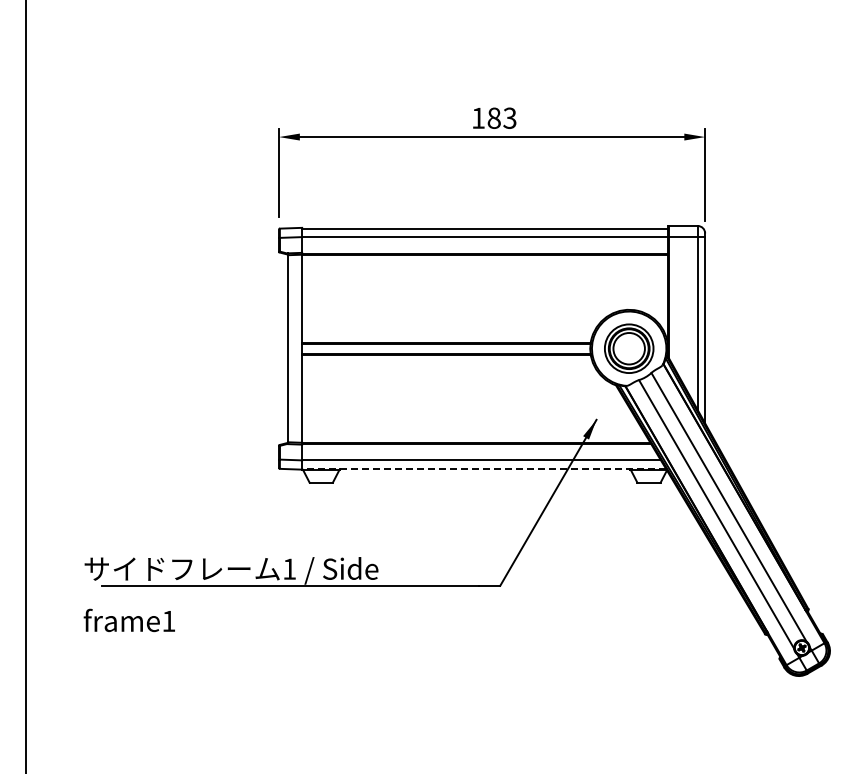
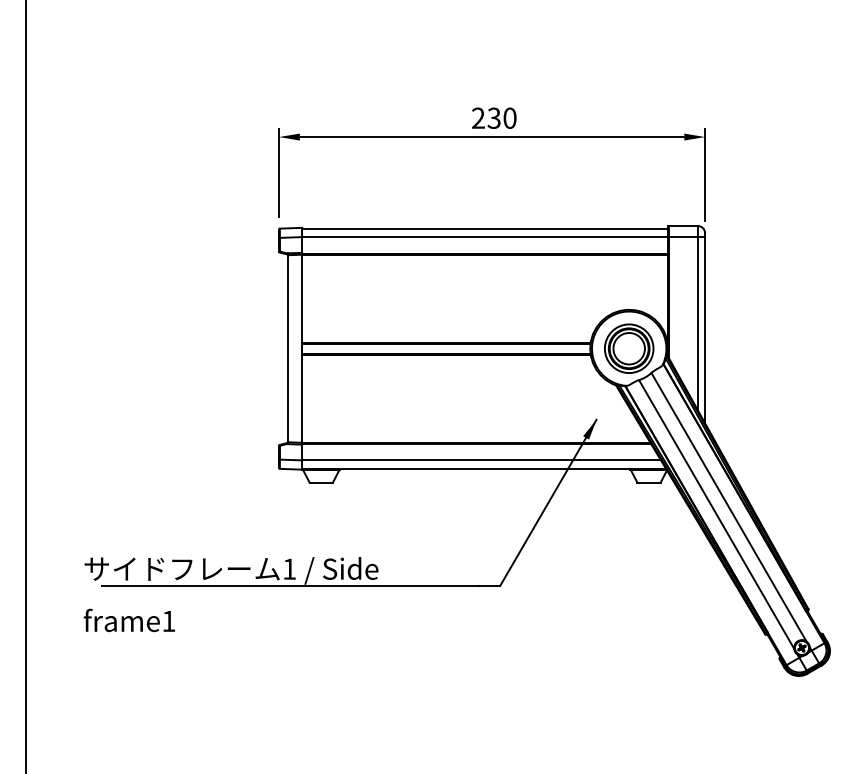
text at (494, 117): 183 -> 230
line at (484, 468): dashed -> solid
